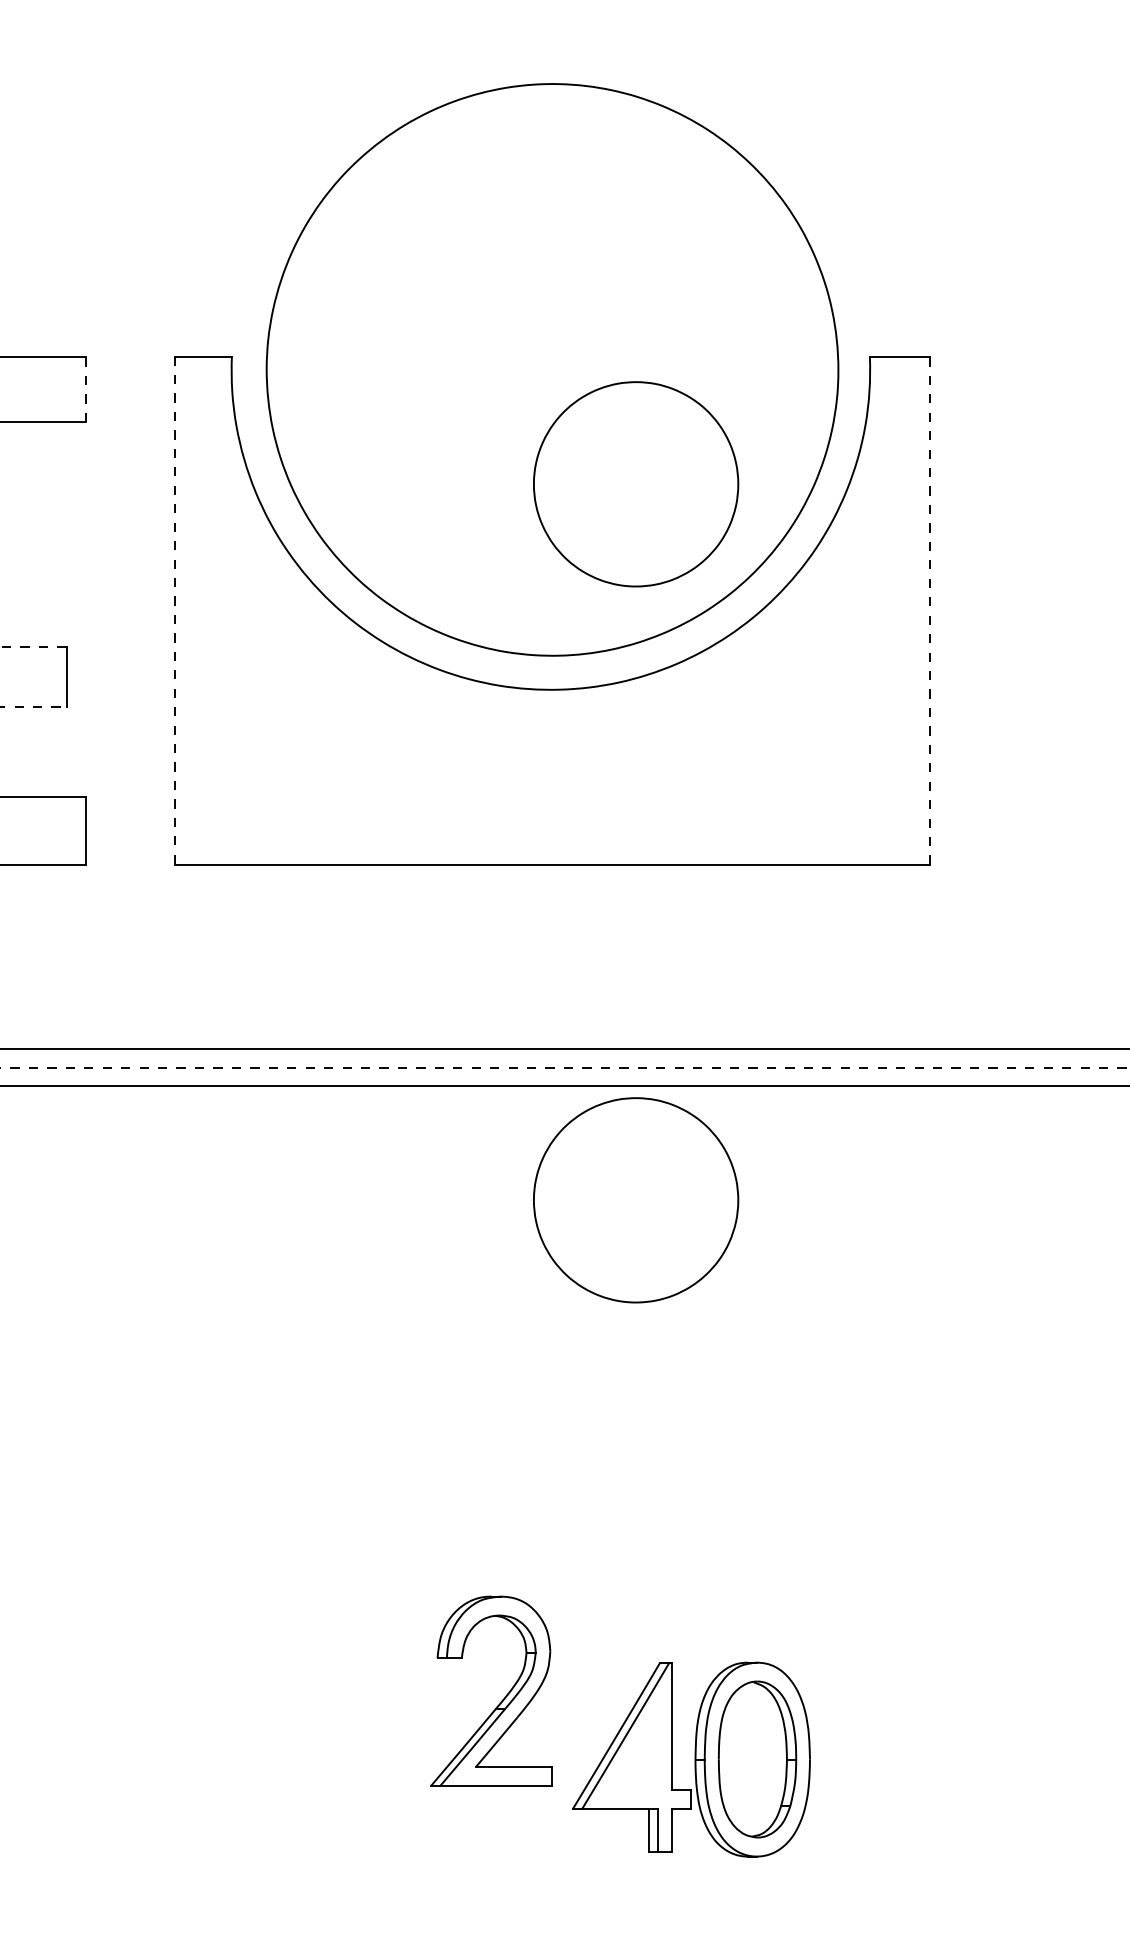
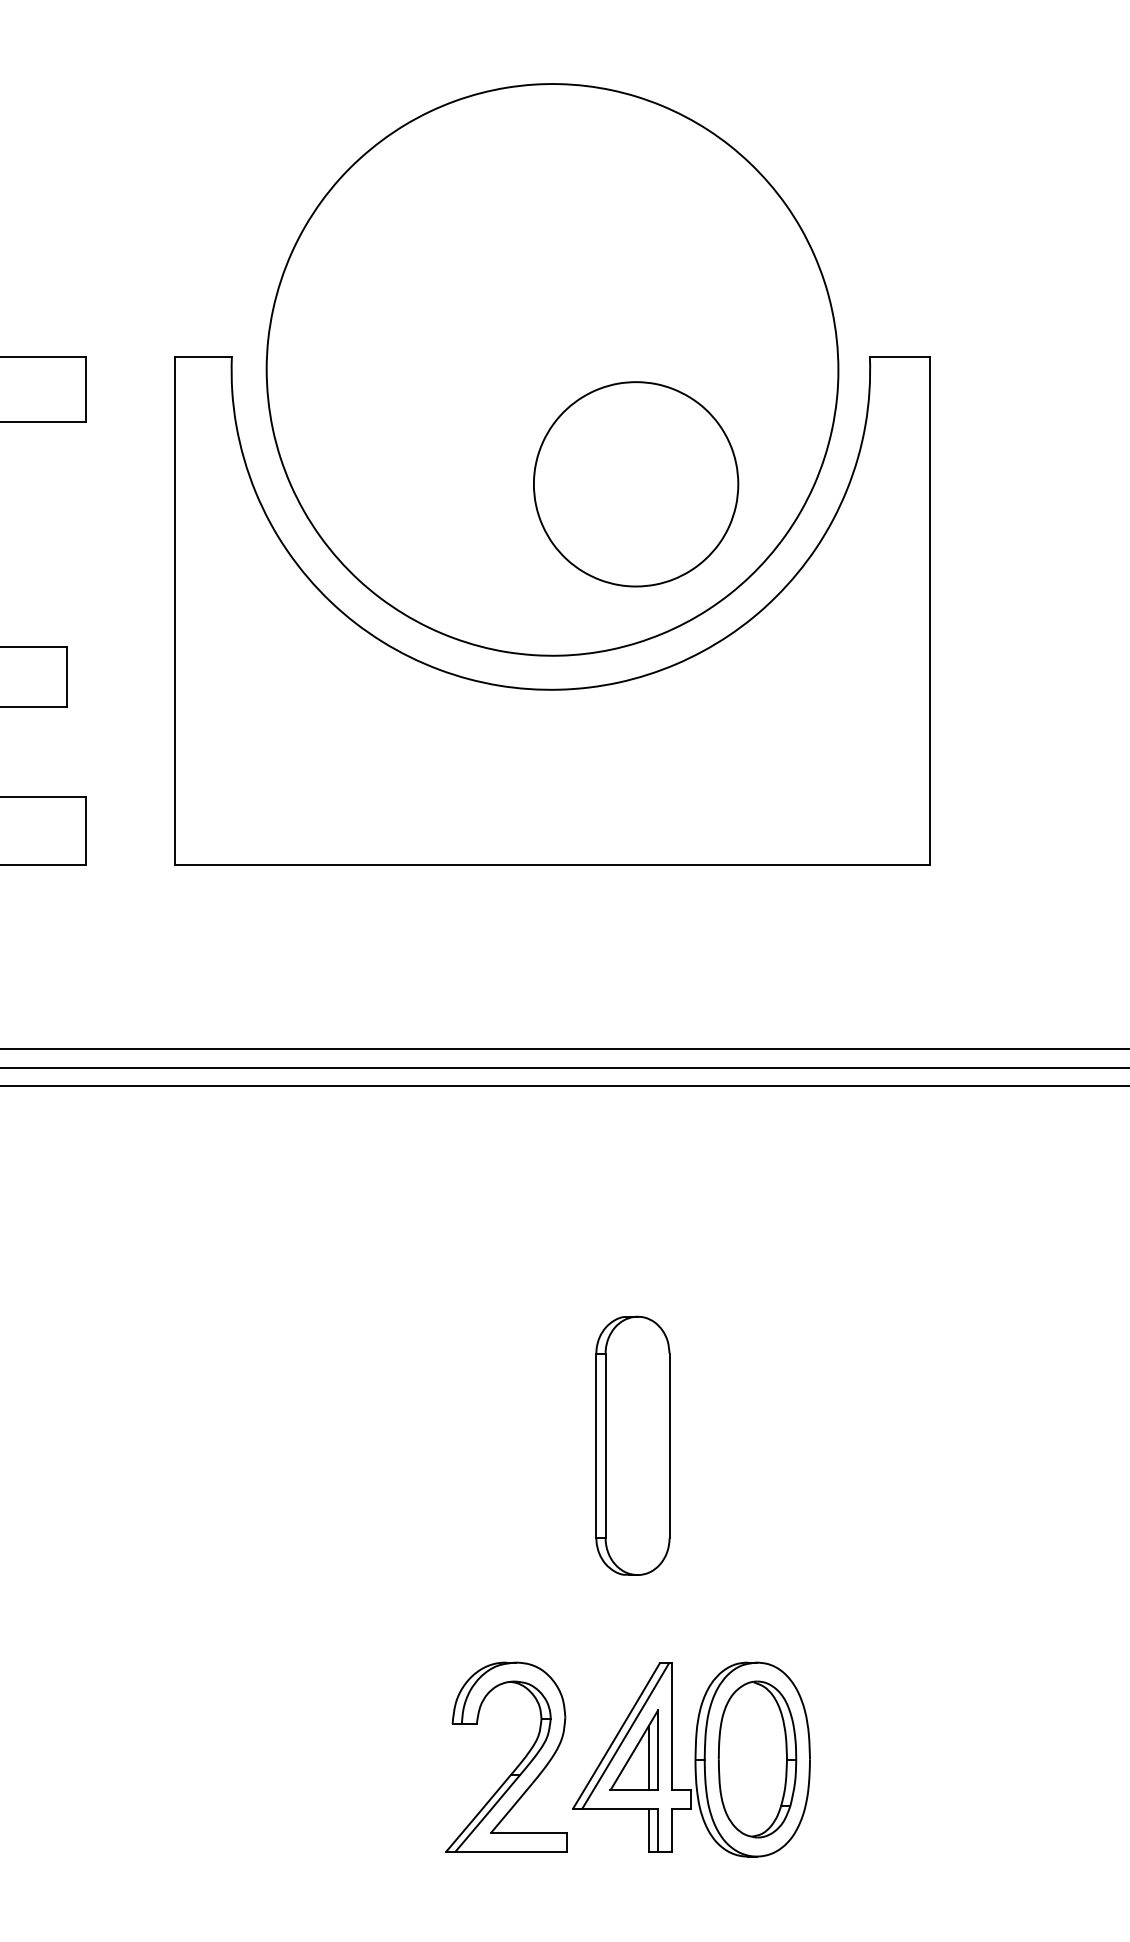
line at (85, 389): dashed -> solid
line at (930, 610): dashed -> solid
line at (175, 611): dashed -> solid
line at (33, 647): dashed -> solid
line at (33, 707): dashed -> solid
line at (565, 1067): dashed -> solid
part at (636, 1200): present -> none
part at (632, 1445): none -> present
part at (501, 1700) position: (501, 1700) -> (516, 1766)
part at (633, 1749): none -> present
